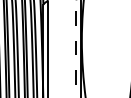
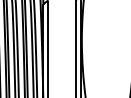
line at (75, 48): dashed -> solid
